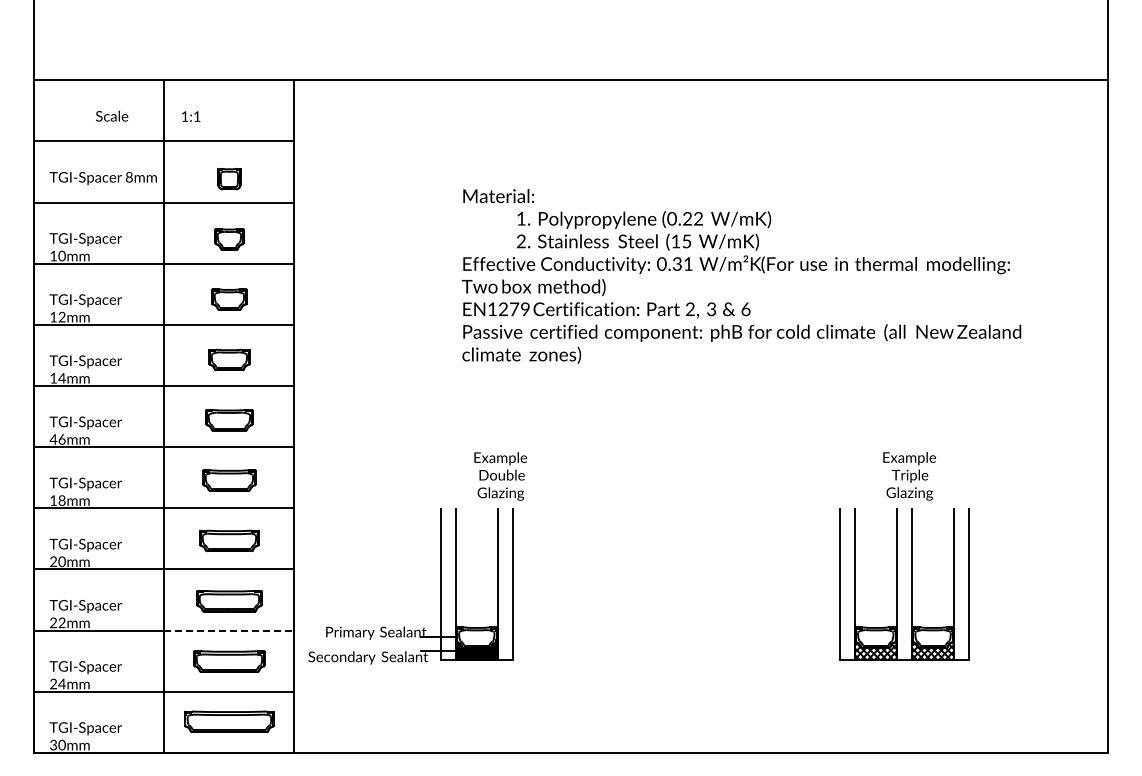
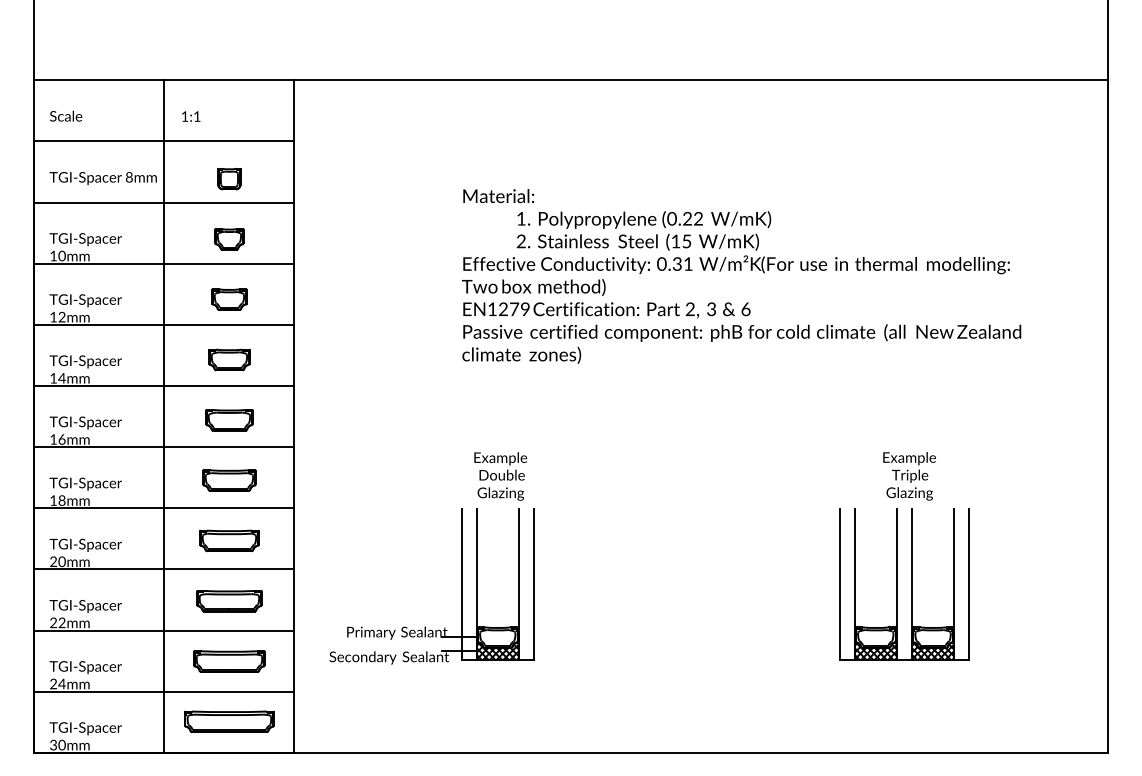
text at (112, 115) position: (112, 115) -> (66, 115)
text at (53, 439): 46mm -> 16mm
part at (440, 586) position: (440, 586) -> (461, 586)
line at (229, 630): dashed -> solid
